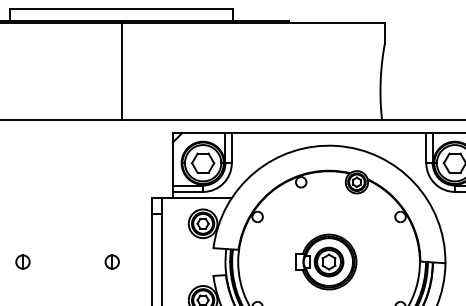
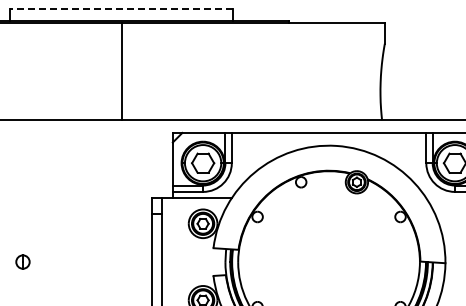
line at (121, 8): solid -> dashed
part at (111, 261): present -> none
part at (326, 261): present -> none
